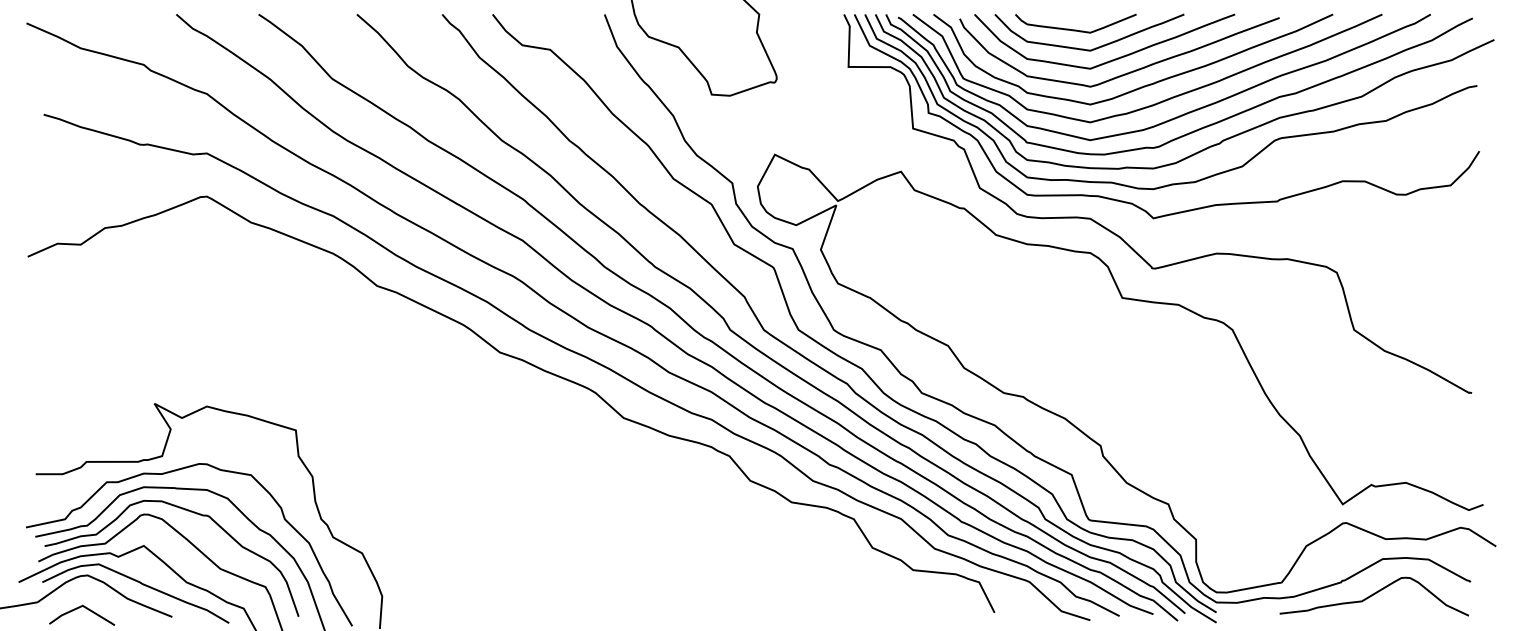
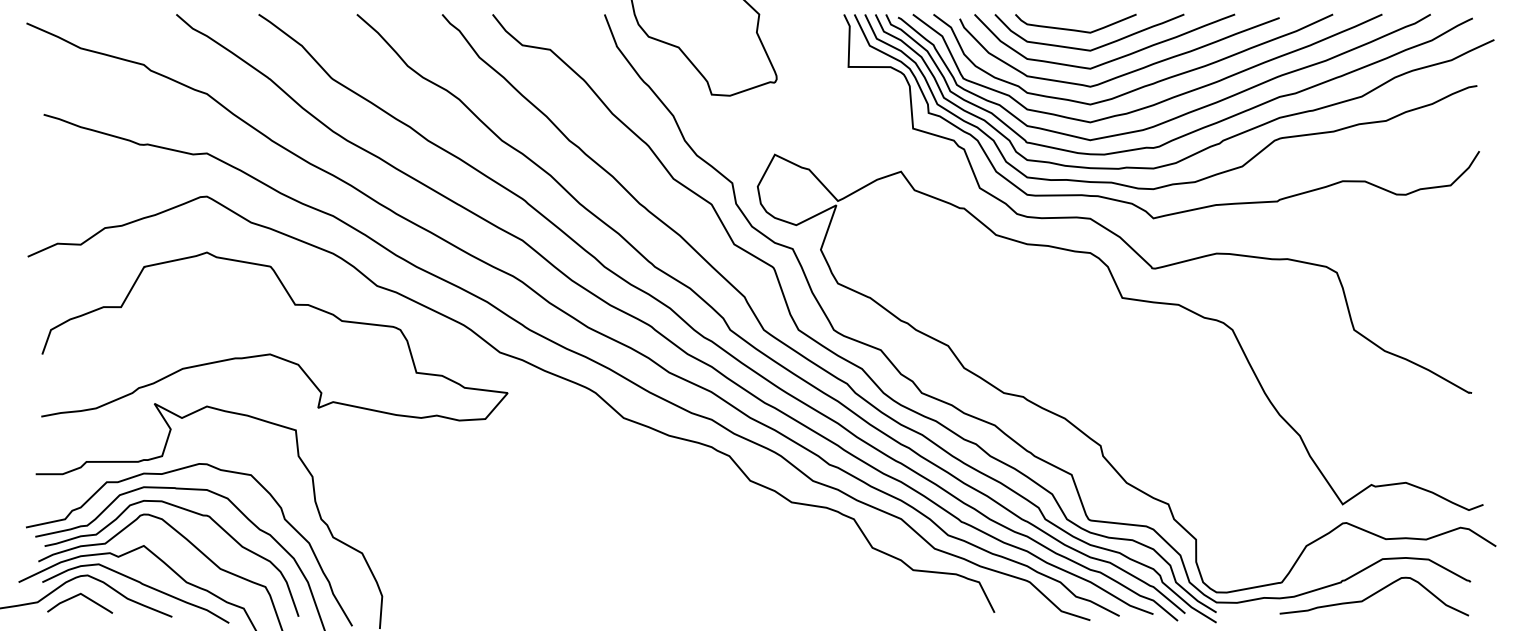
curve at (271, 353): none -> present
line at (86, 609) position: (86, 609) -> (84, 597)
